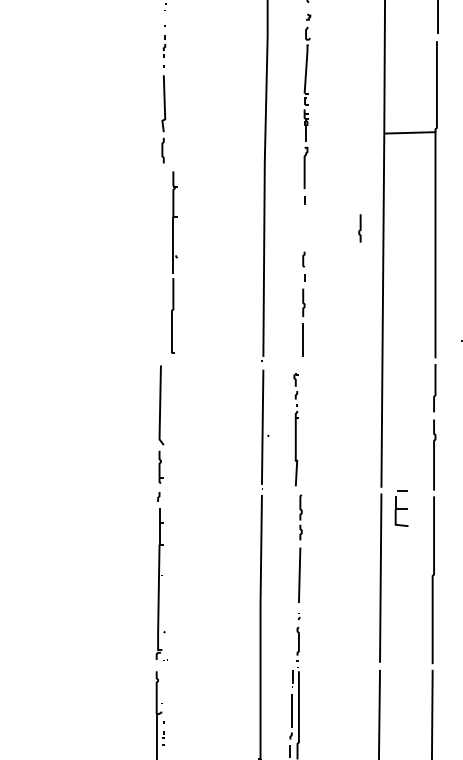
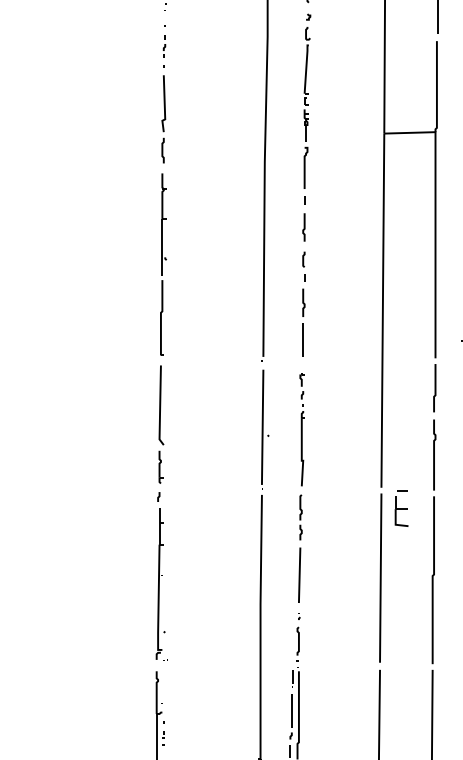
line at (359, 228) position: (359, 228) -> (303, 227)
part at (174, 262) position: (174, 262) -> (163, 264)
part at (295, 429) position: (295, 429) -> (301, 429)
